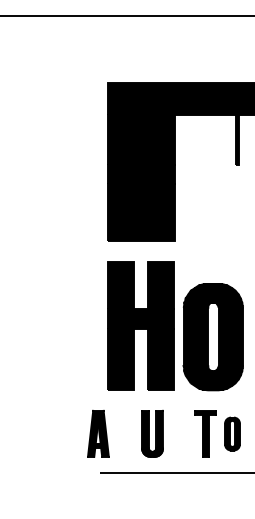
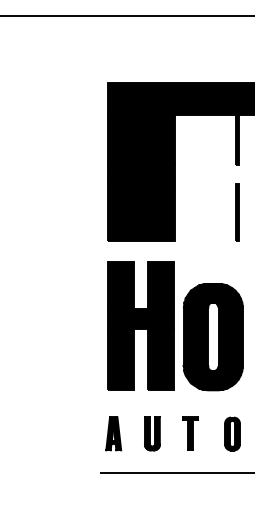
line at (237, 212): none -> present
part at (151, 433) size: 130x49 px -> 94x36 px
